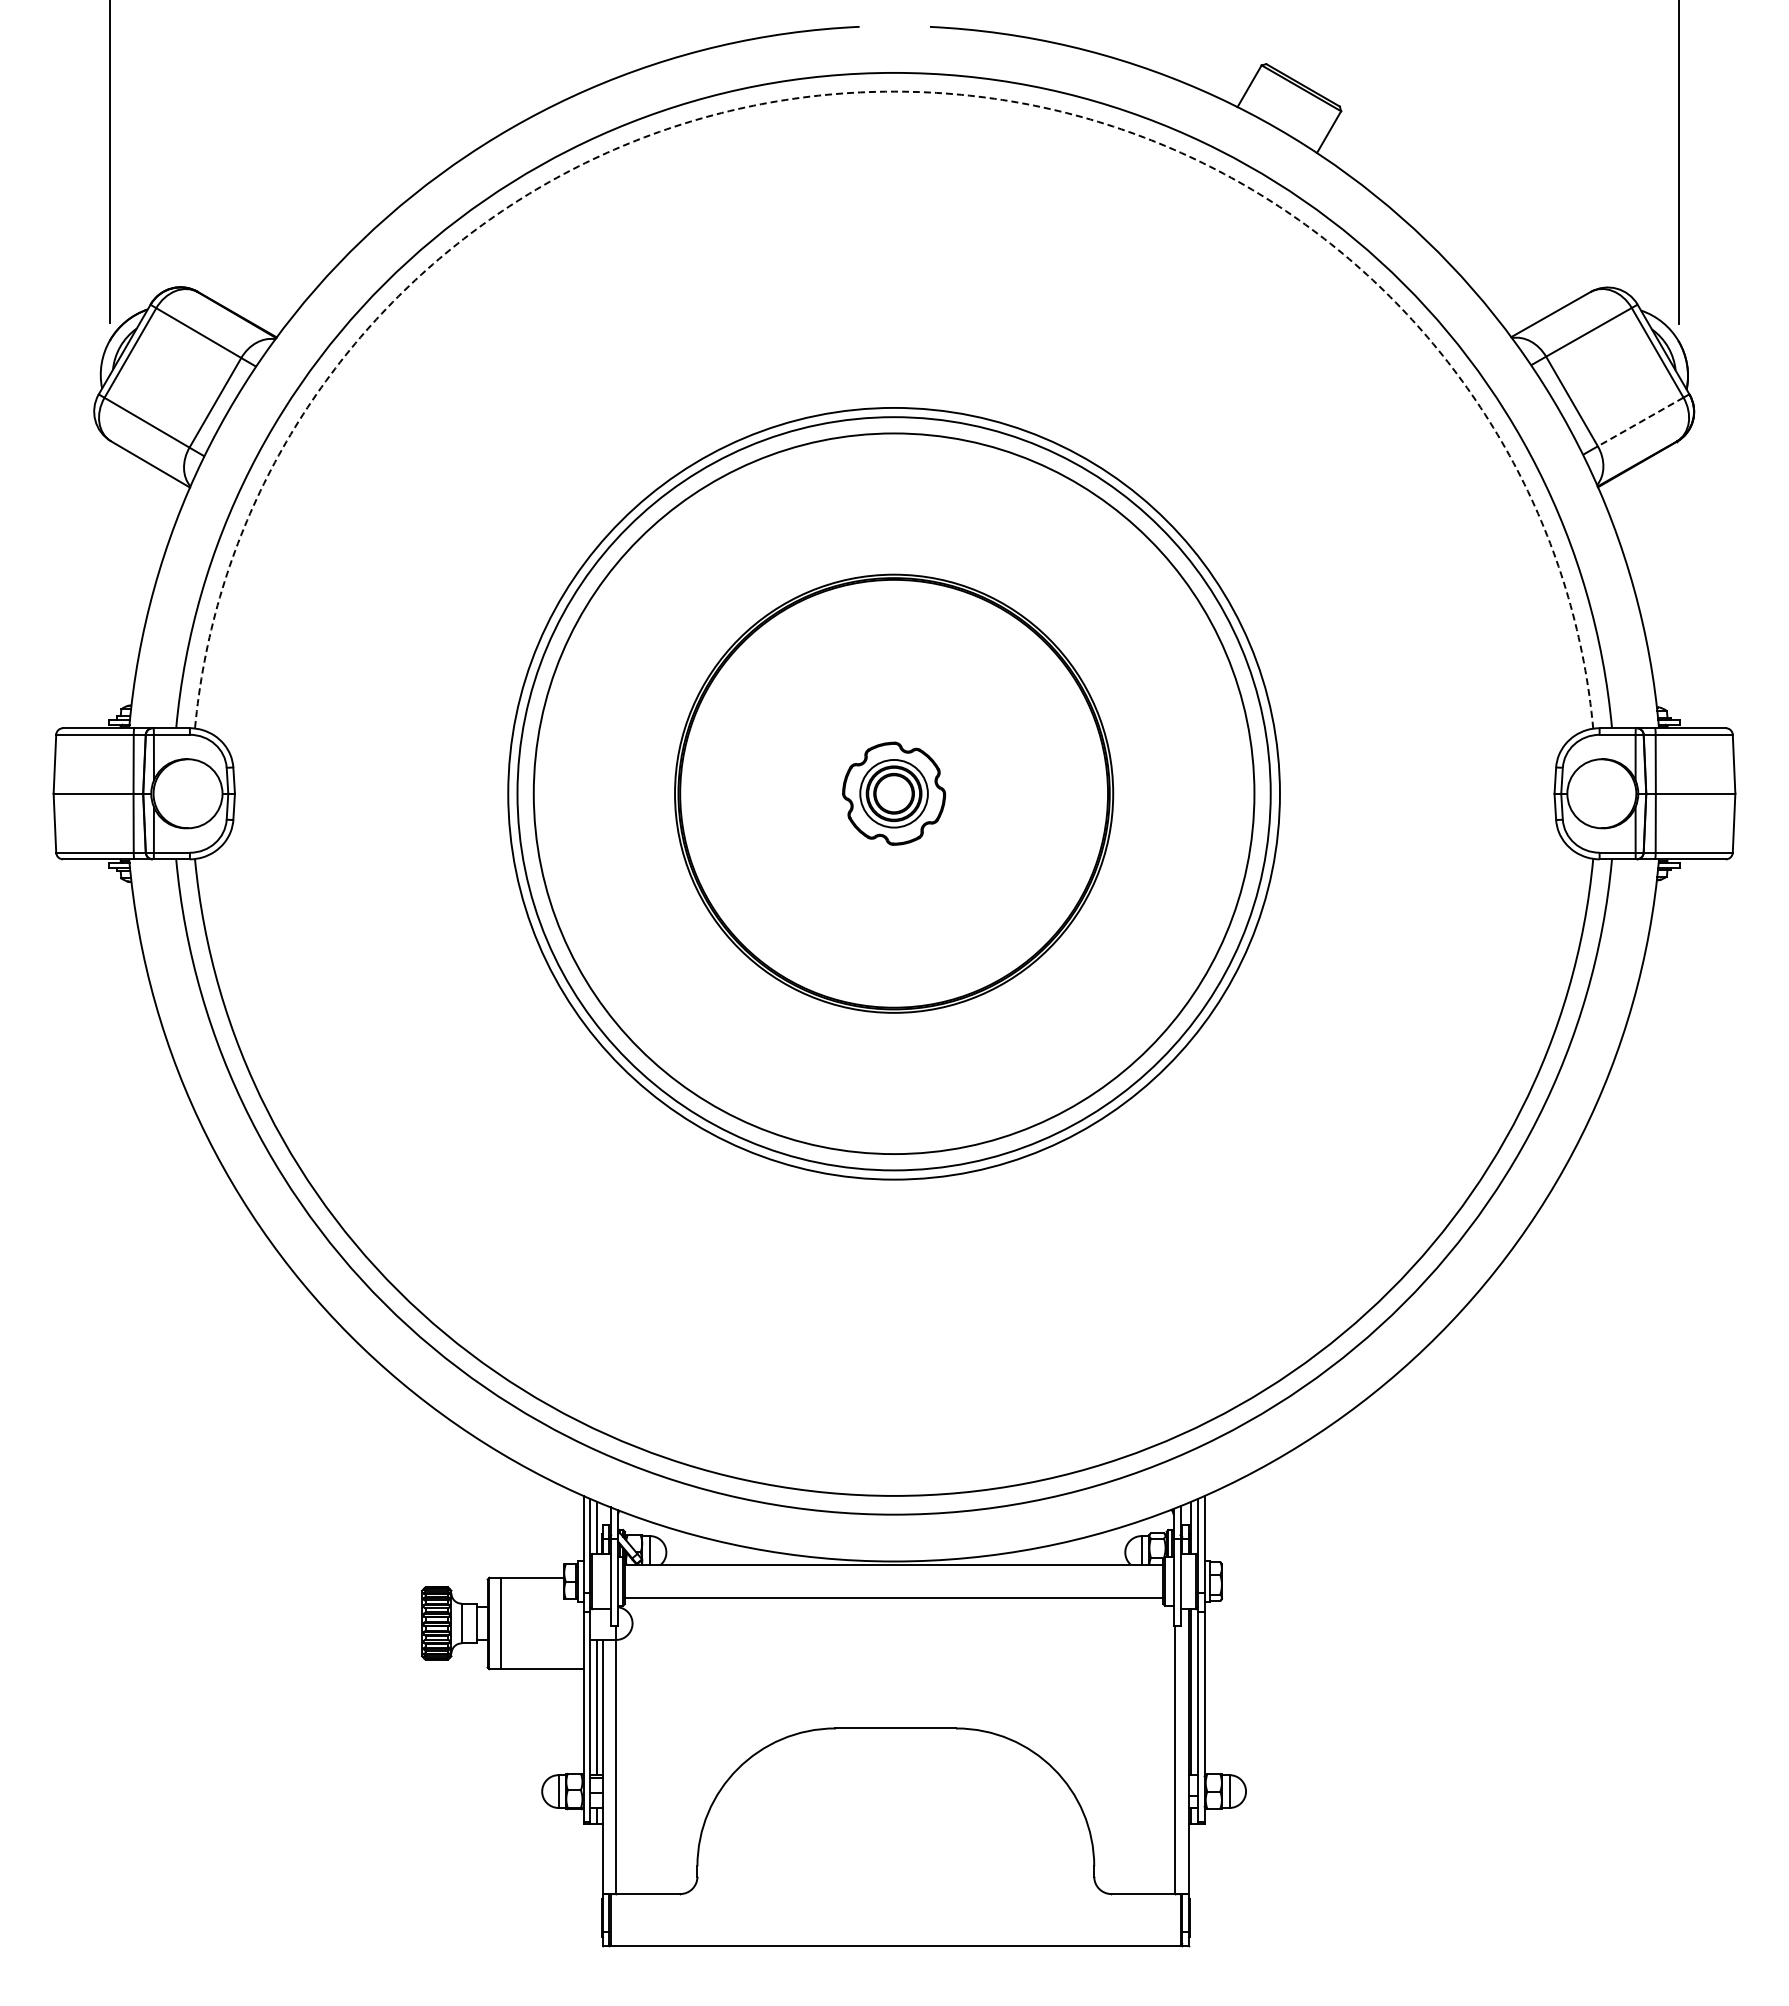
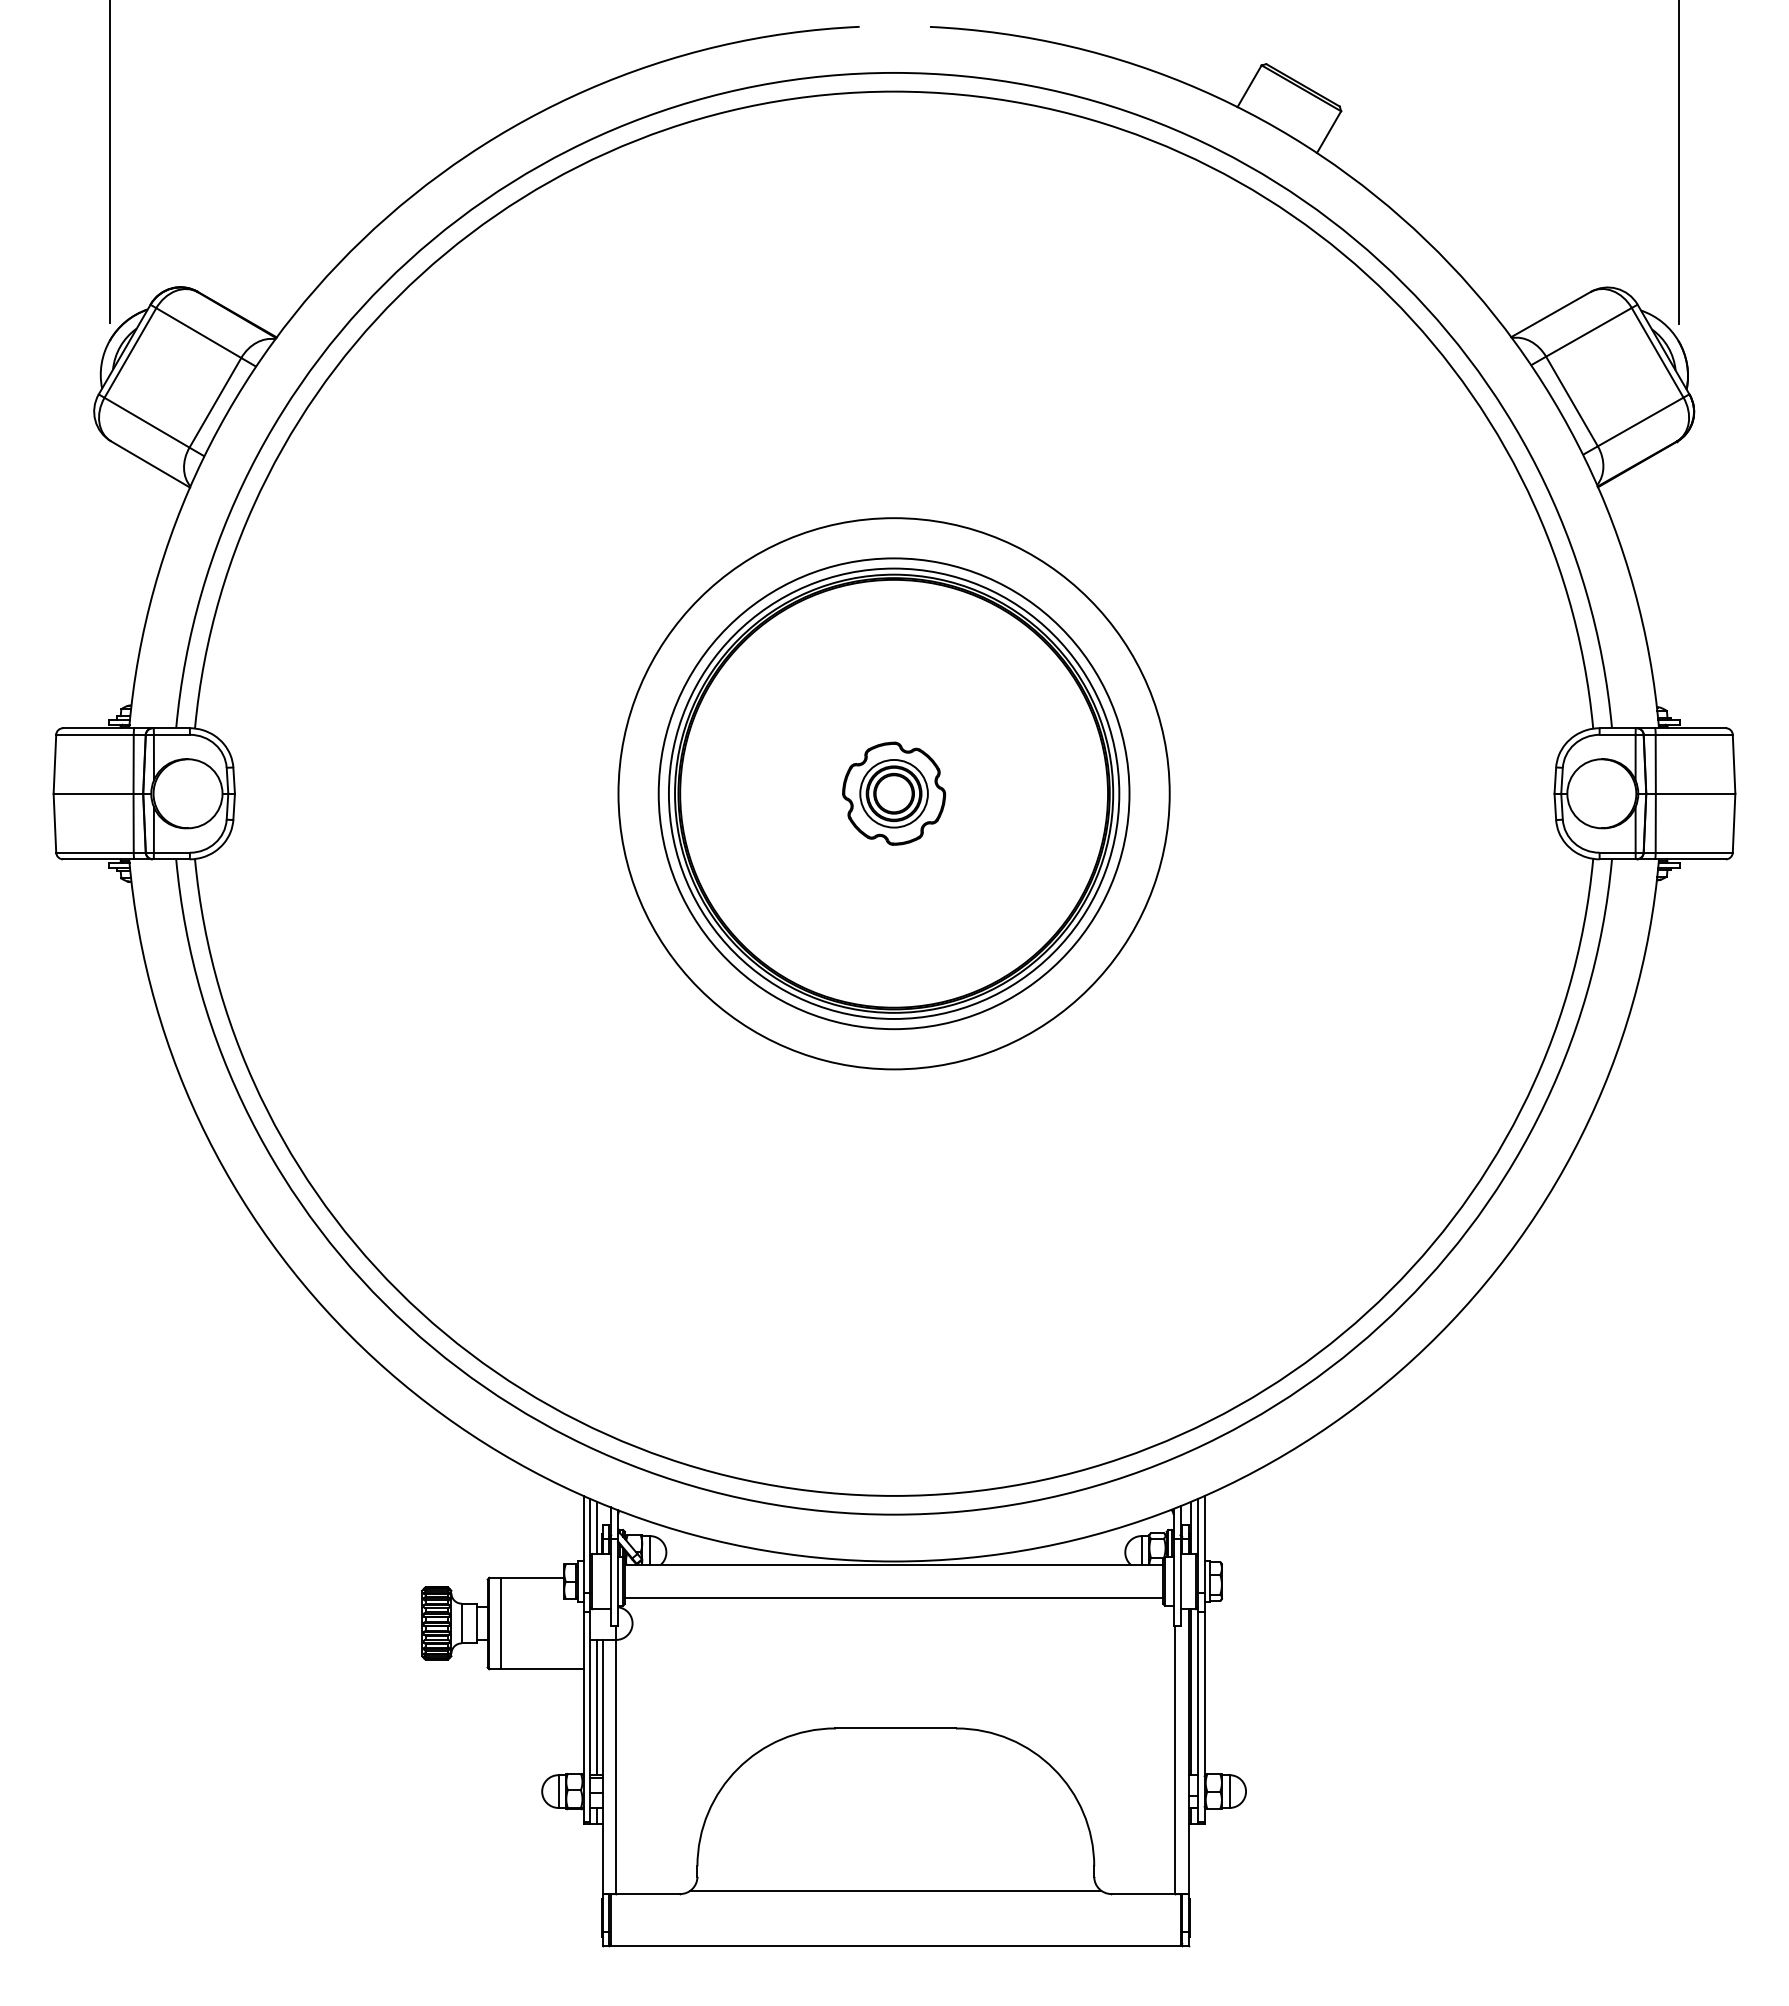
arc at (894, 91): dashed -> solid
line at (1640, 422): dashed -> solid
circle at (893, 793) diameter: 721 px -> 450 px
circle at (893, 793) diameter: 753 px -> 471 px
circle at (893, 793) diameter: 772 px -> 551 px
line at (895, 1890): none -> present
